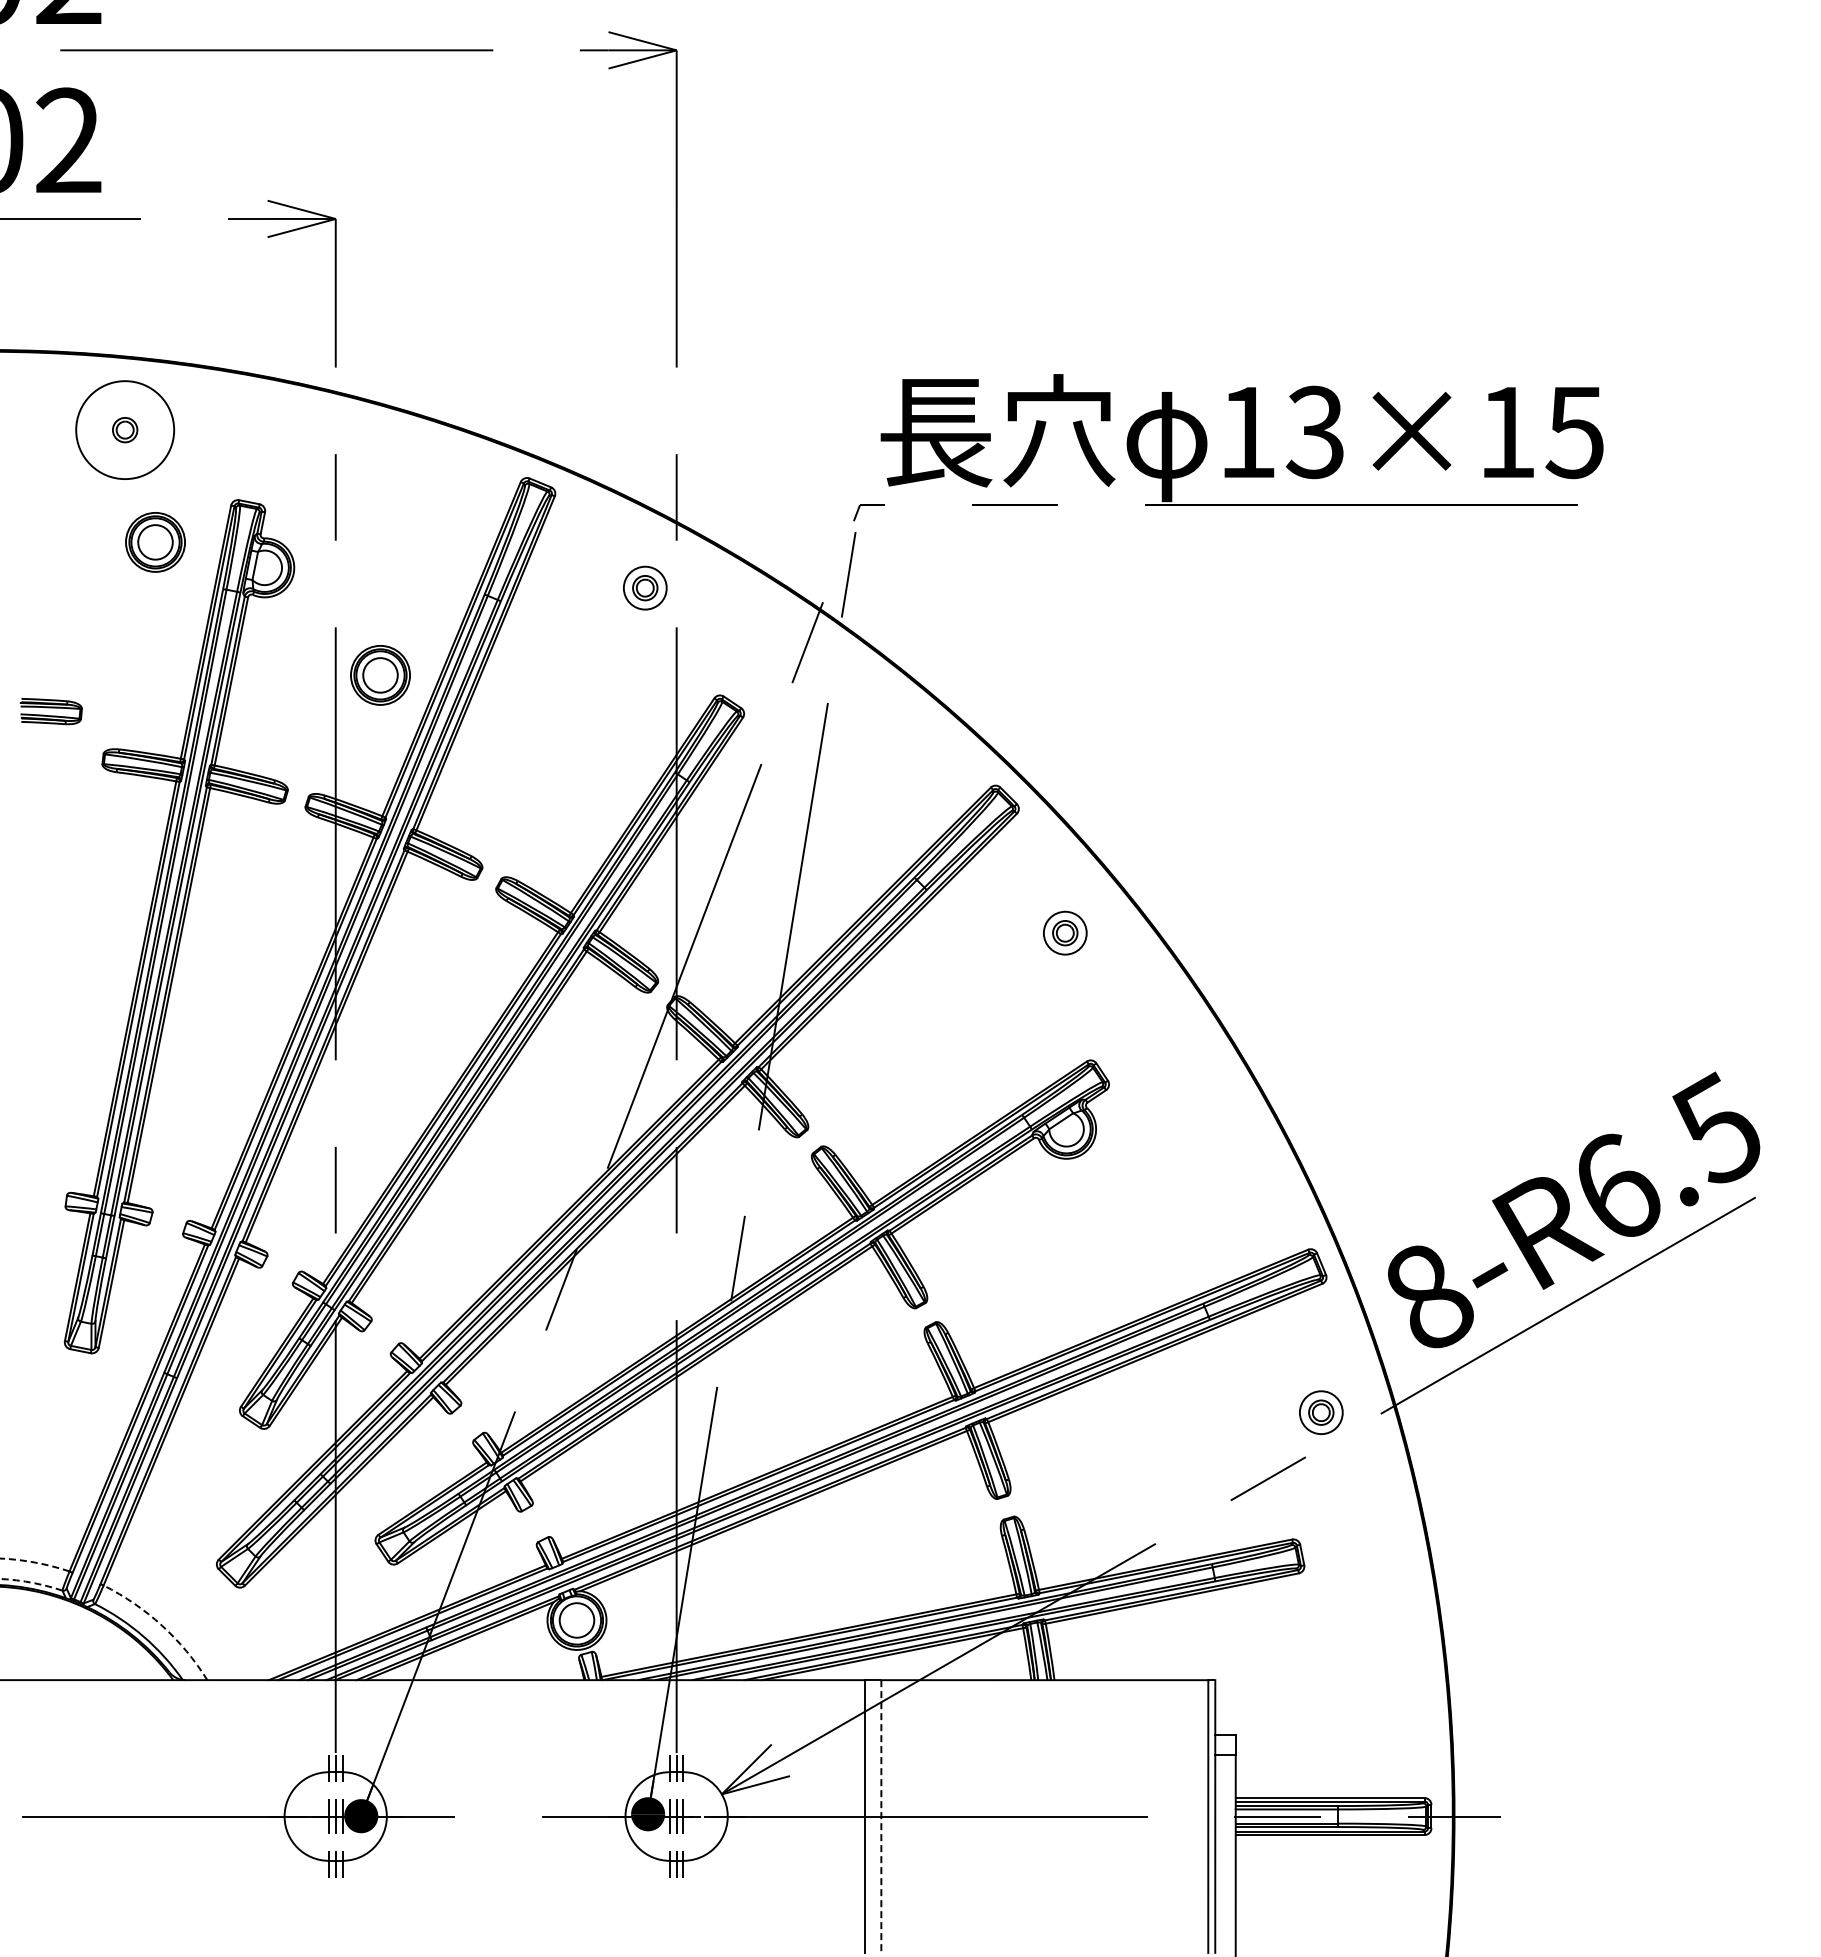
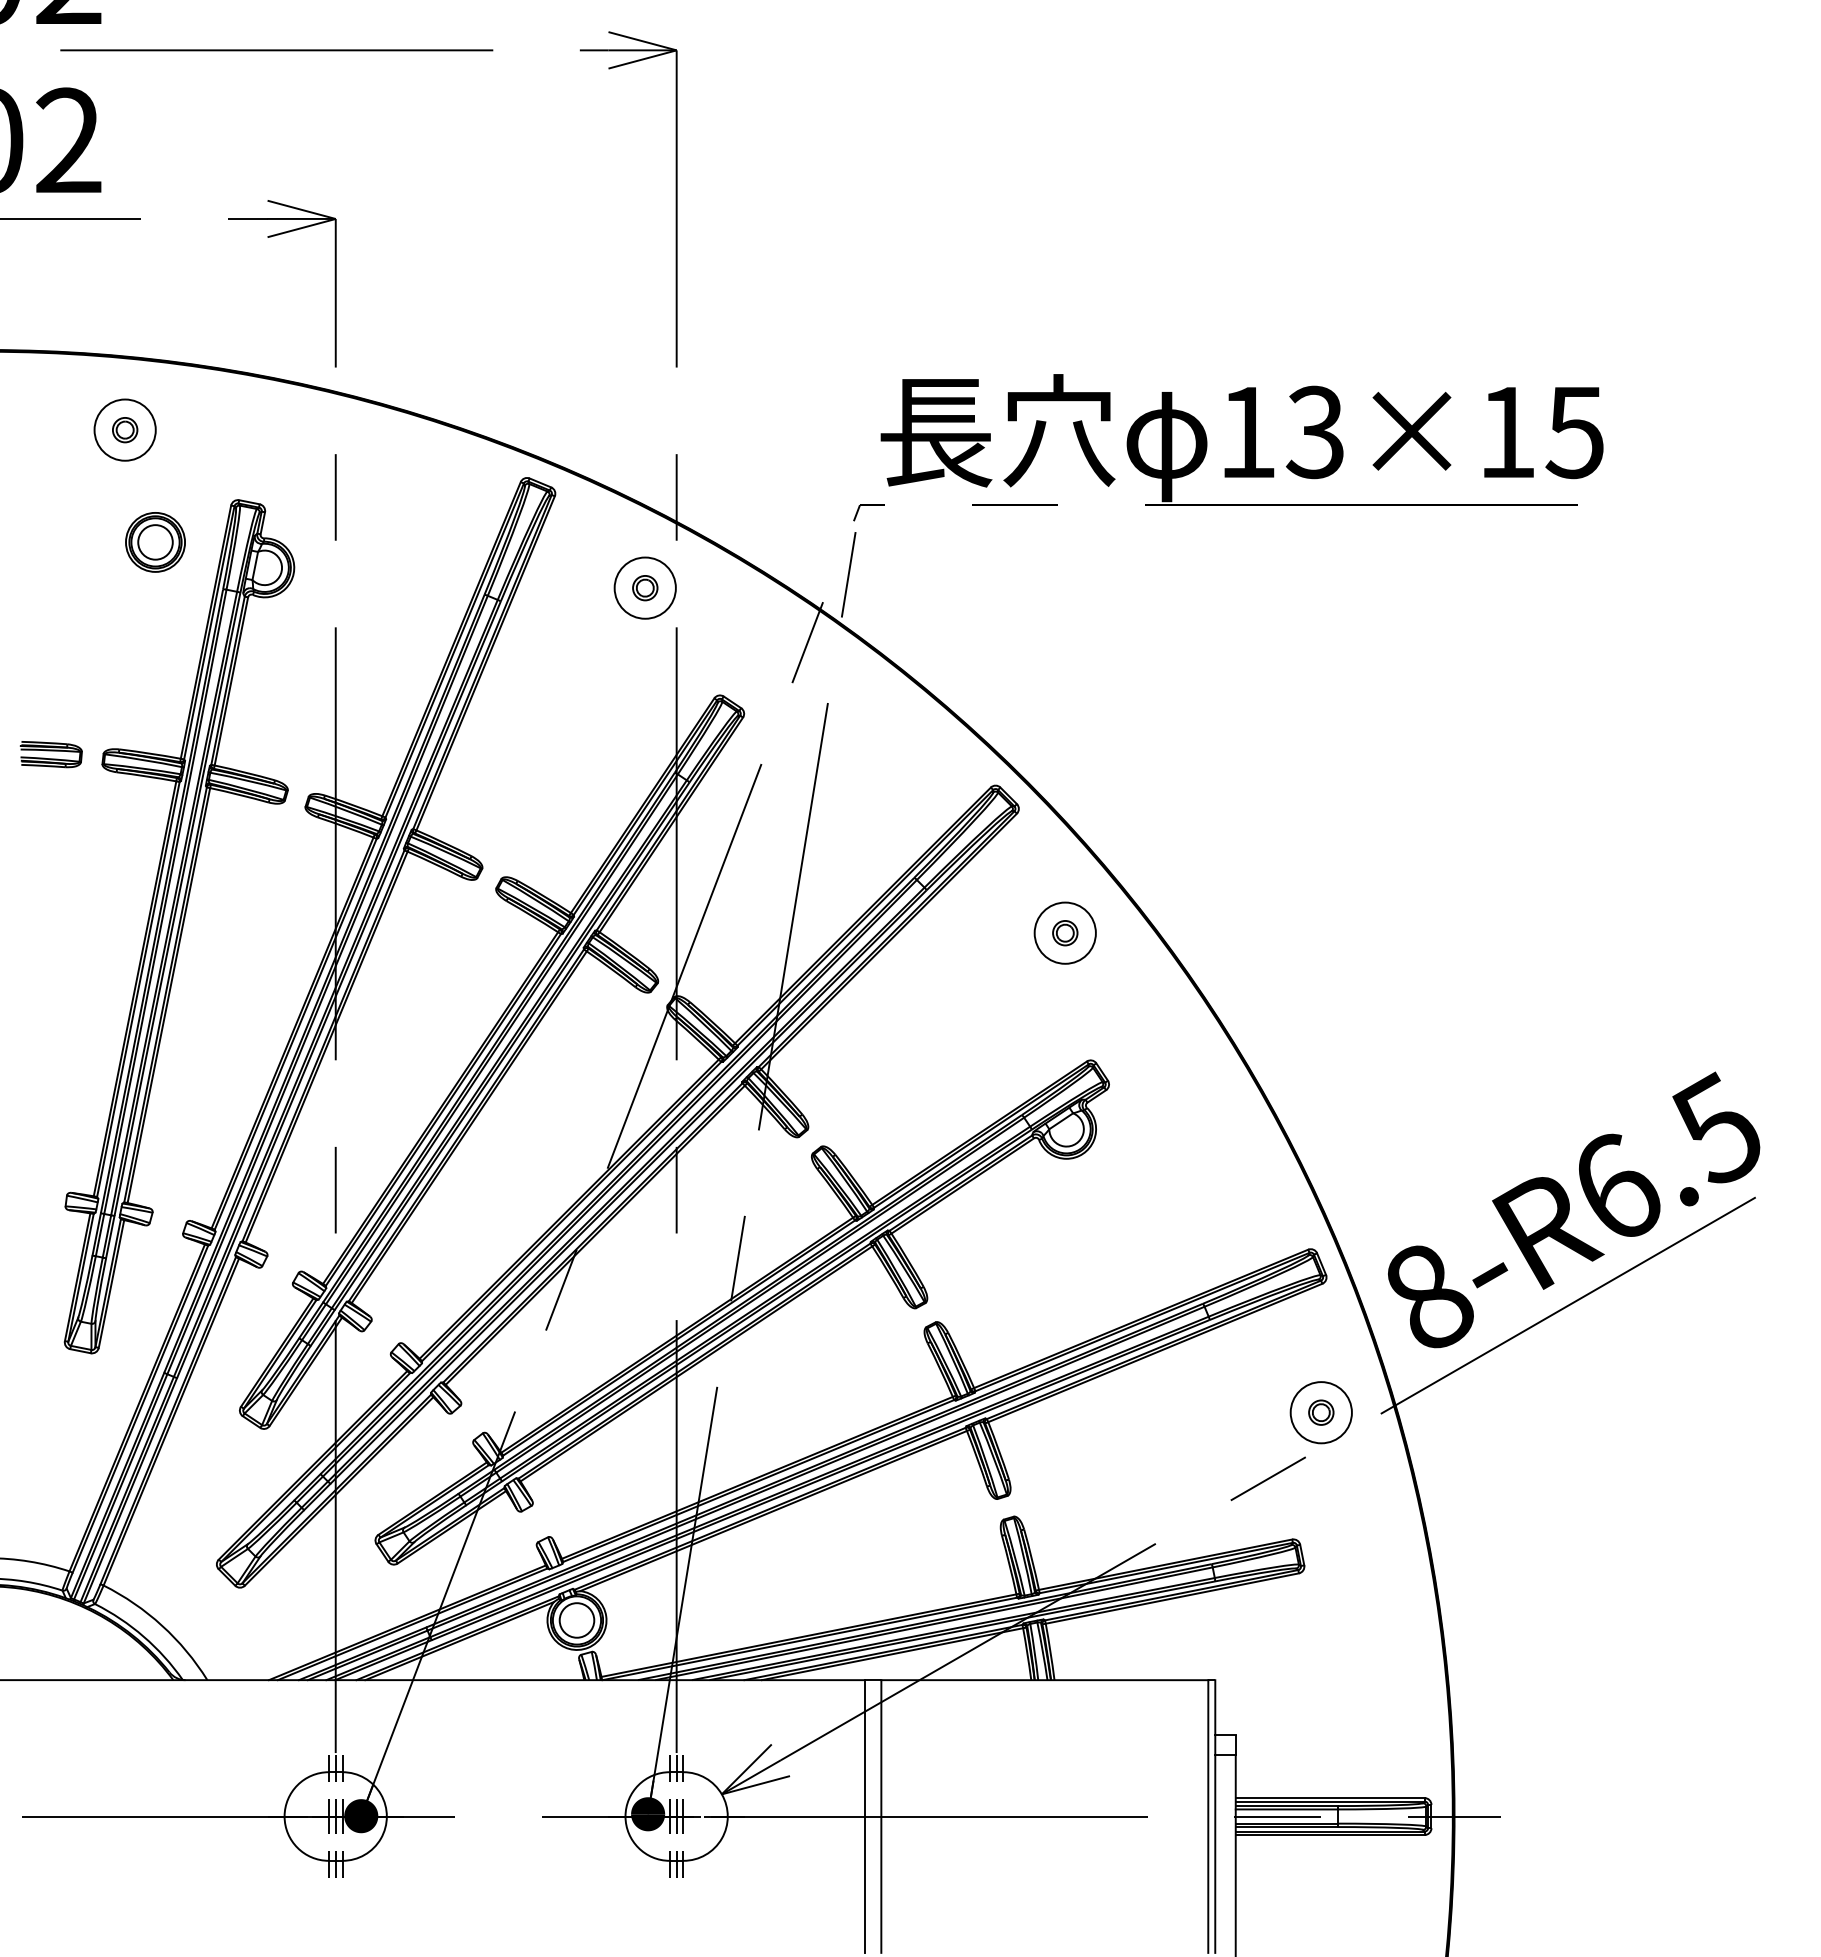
circle at (125, 430) diameter: 98 px -> 61 px
circle at (644, 587) diameter: 43 px -> 61 px
part at (380, 675): present -> none
part at (50, 711) position: (50, 711) -> (50, 754)
circle at (1064, 932) diameter: 43 px -> 61 px
circle at (1320, 1412) diameter: 43 px -> 61 px
arc at (34, 1562): dashed -> solid
arc at (31, 1582): dashed -> solid
arc at (162, 1625): dashed -> solid
line at (881, 1817): dashed -> solid
